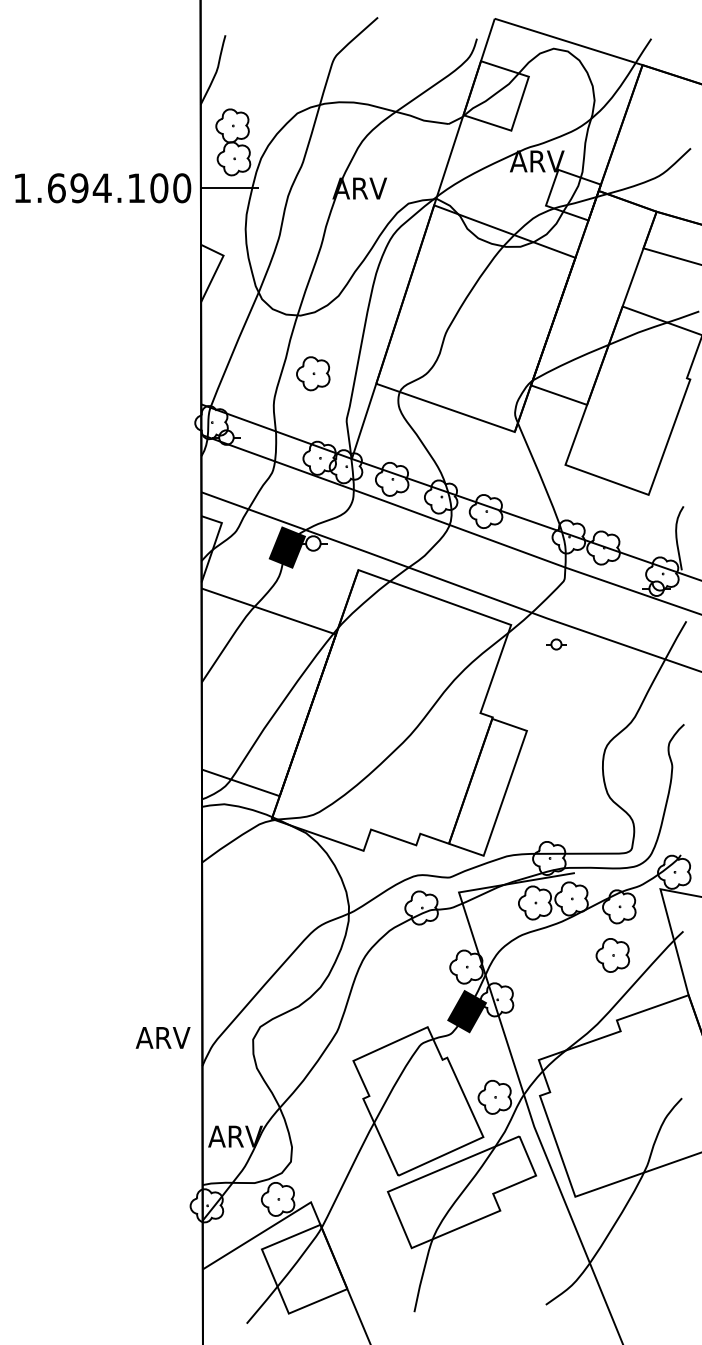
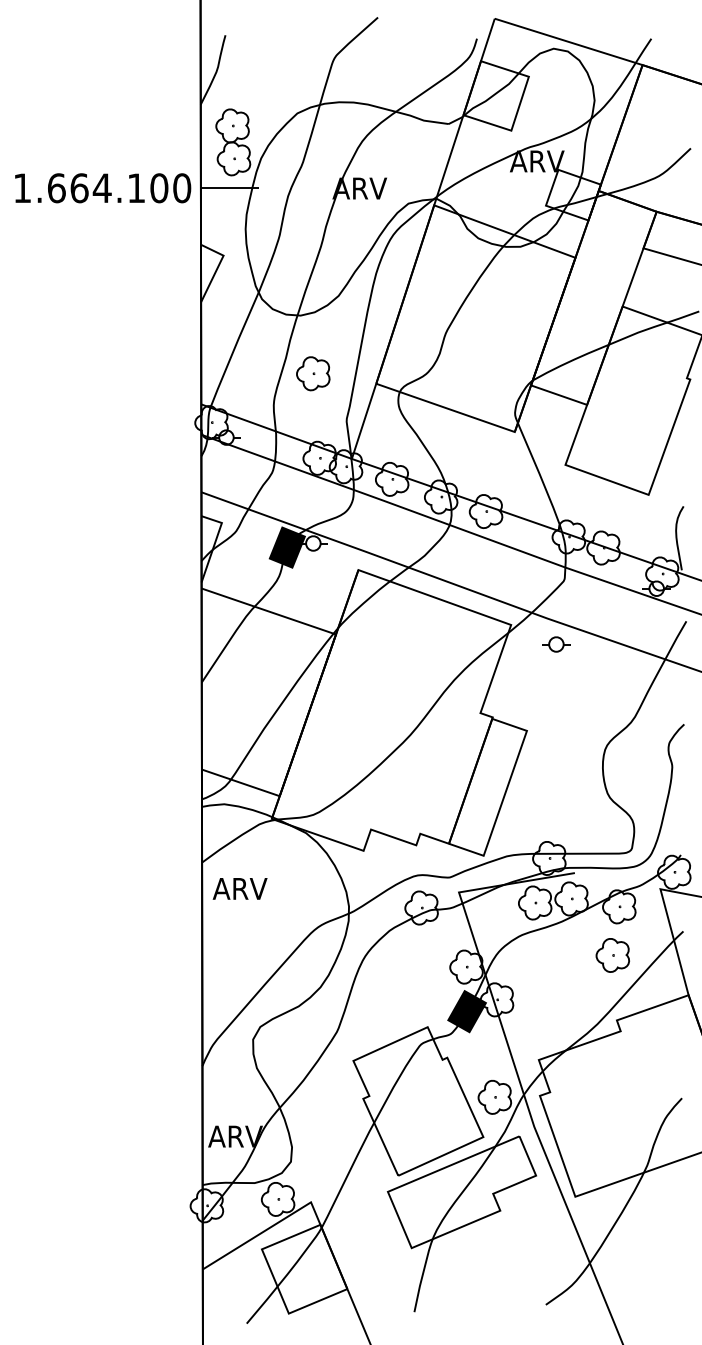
text at (79, 188): 1.694.100 -> 1.664.100
part at (556, 644) size: 21x13 px -> 29x17 px
text at (162, 1037) position: (162, 1037) -> (239, 888)
